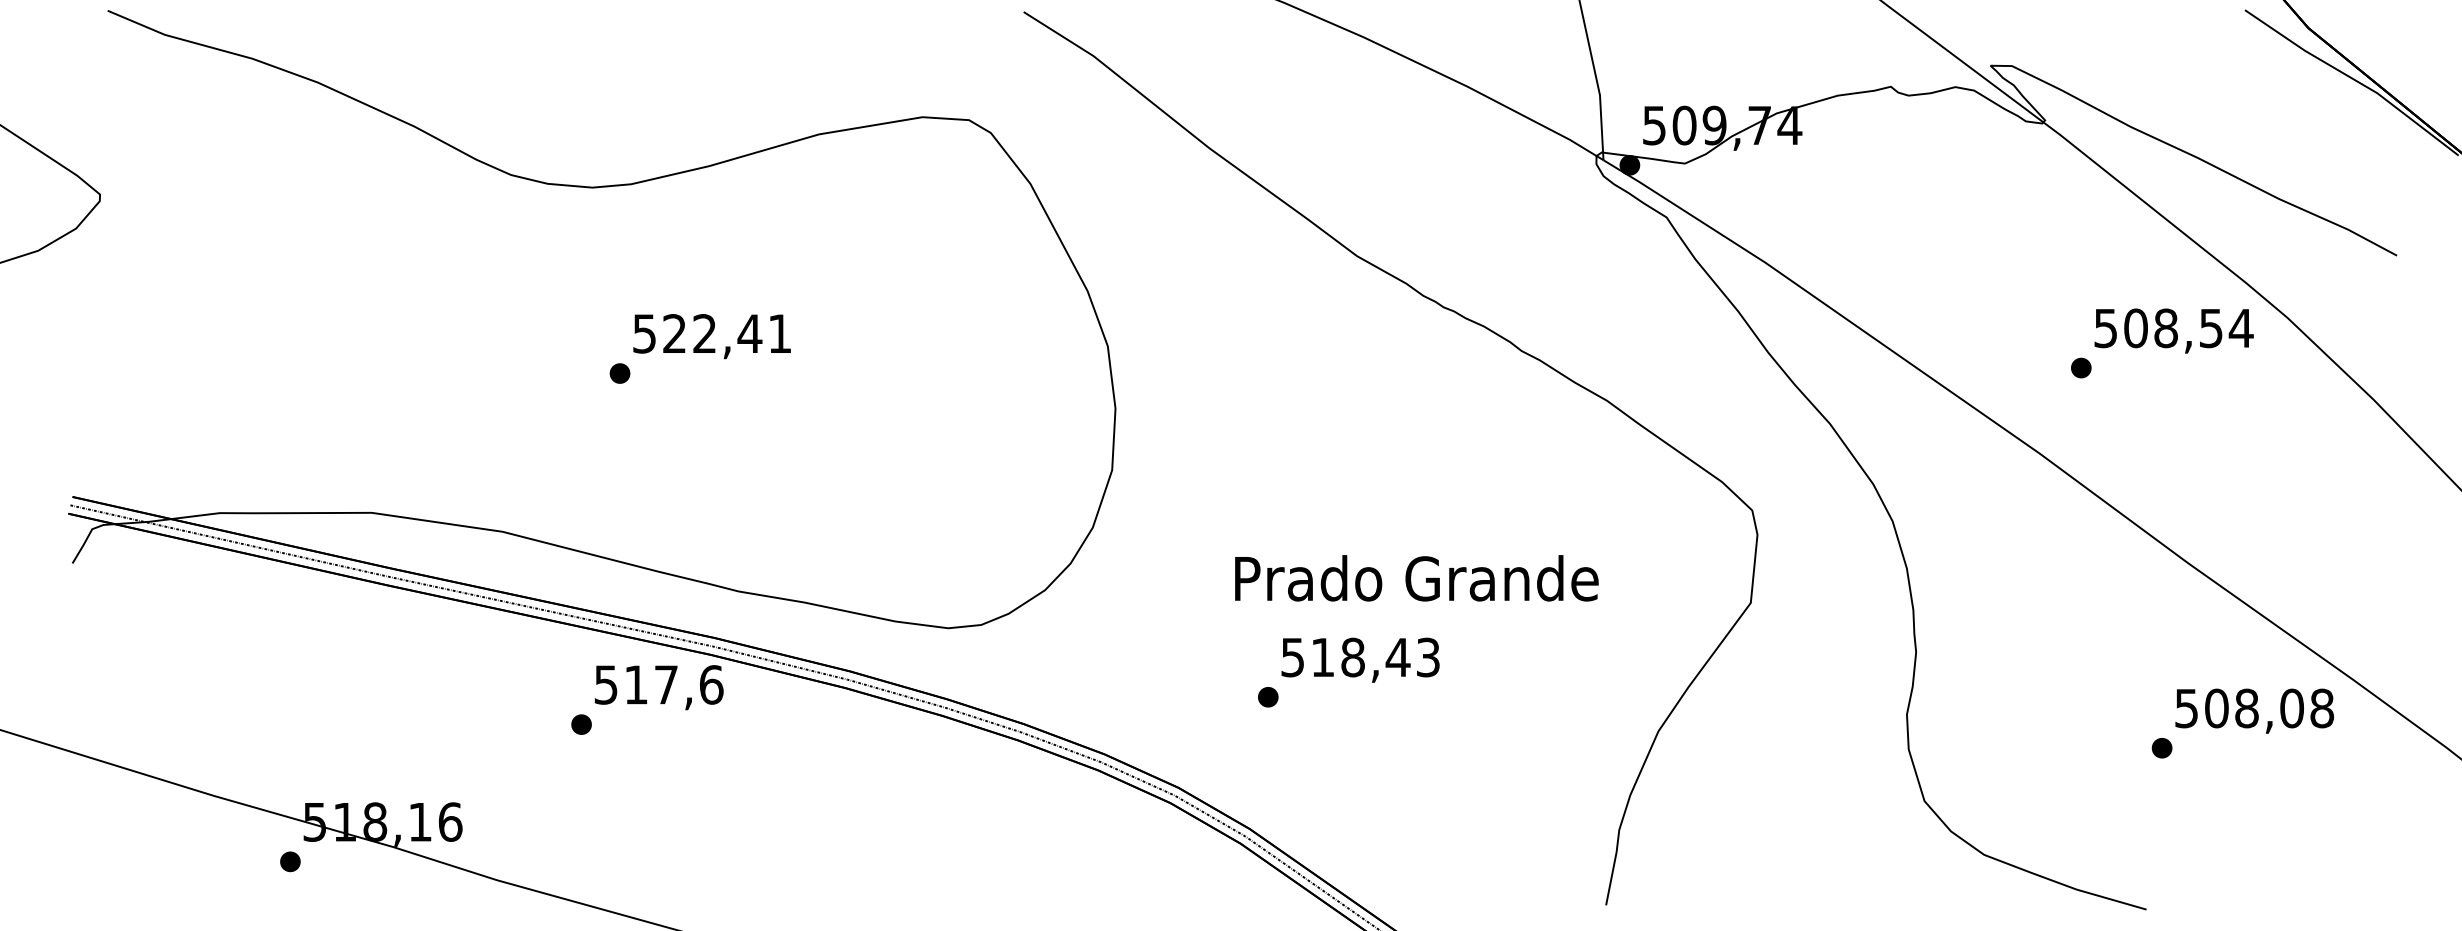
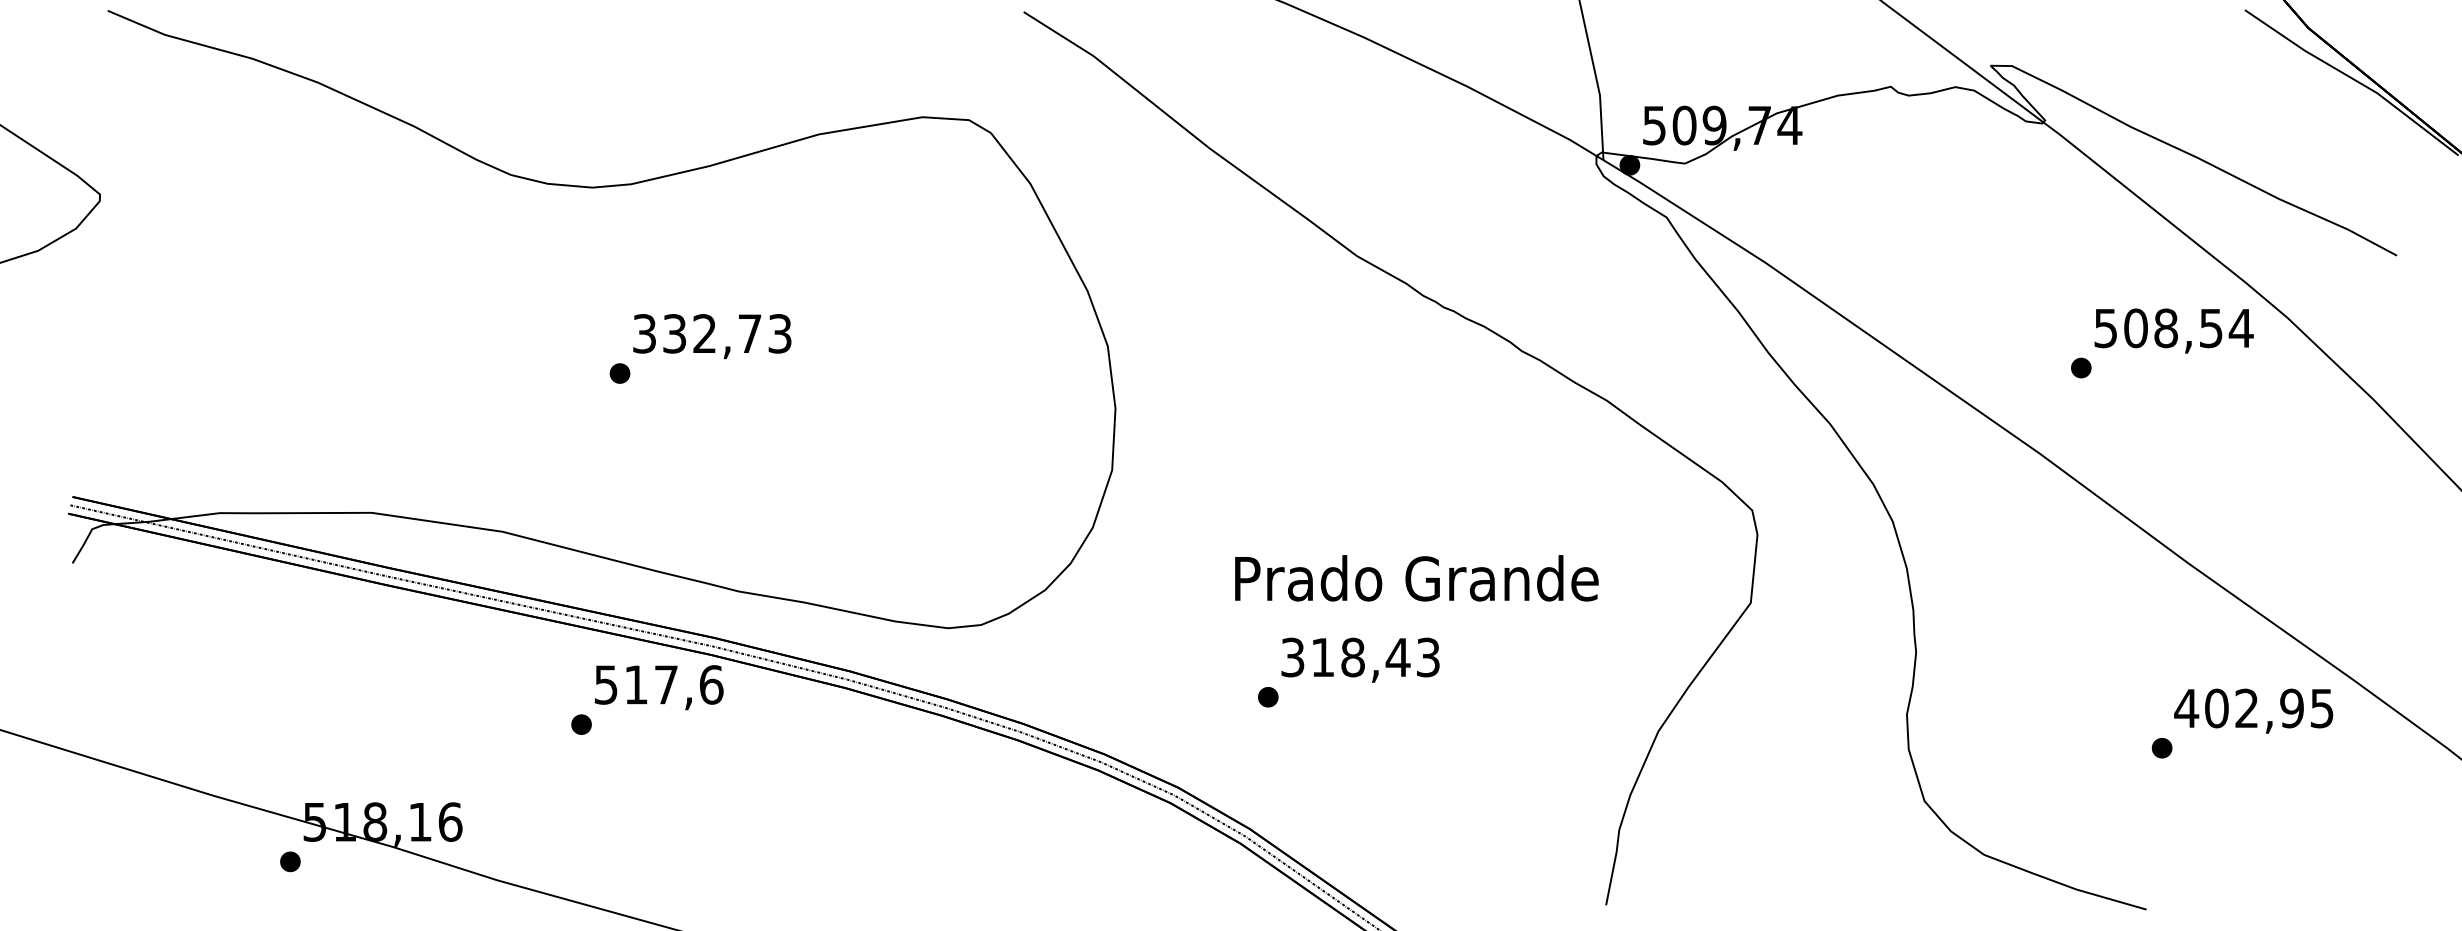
text at (712, 333): 522,41 -> 332,73
text at (1293, 656): 518,43 -> 318,43
text at (2254, 708): 508,08 -> 402,95
